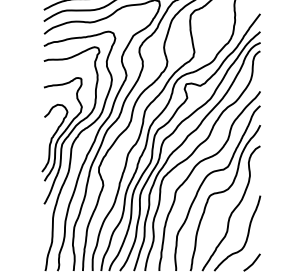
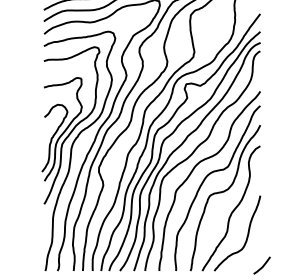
line at (252, 262) position: (252, 262) -> (262, 265)
